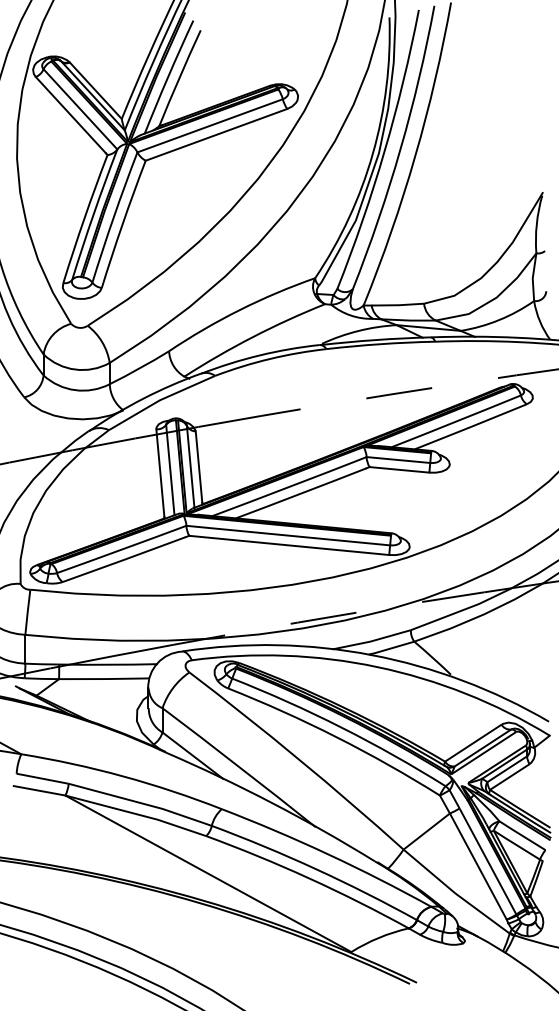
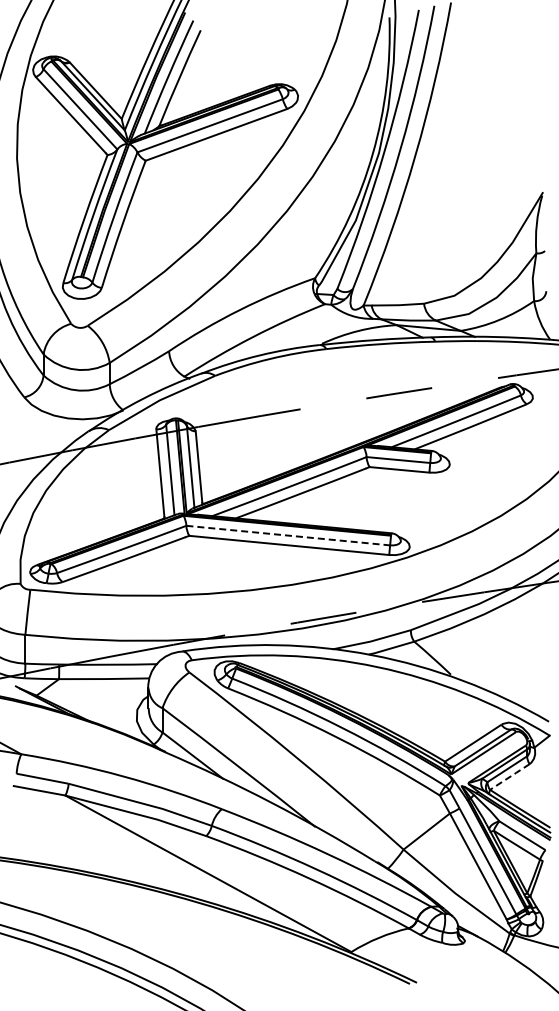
line at (288, 535): solid -> dashed
line at (510, 776): solid -> dashed
